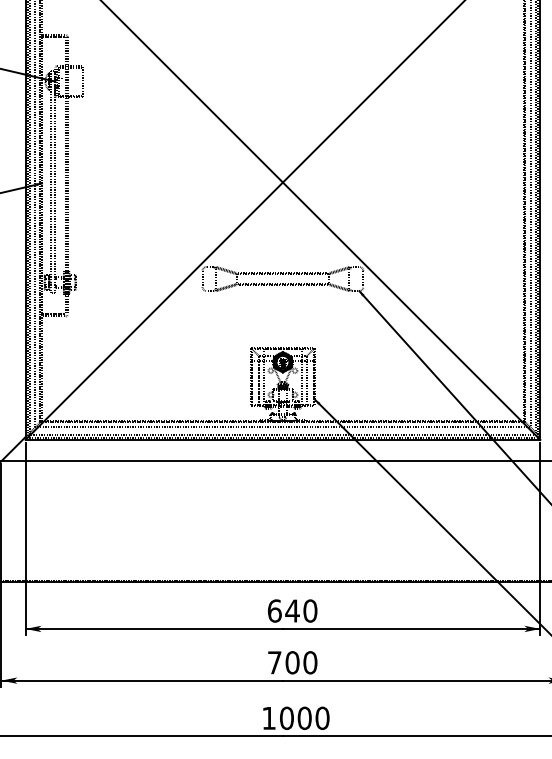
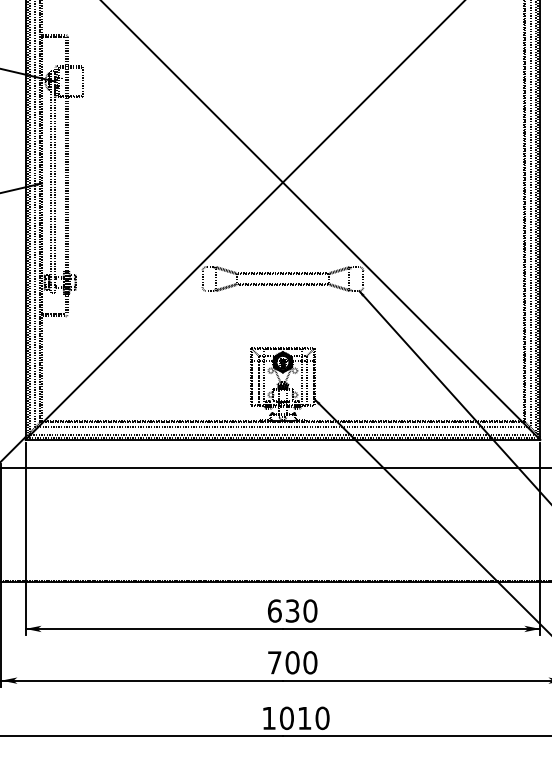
line at (275, 461) position: (275, 461) -> (275, 468)
text at (292, 610): 640 -> 630
text at (304, 718): 1000 -> 1010
